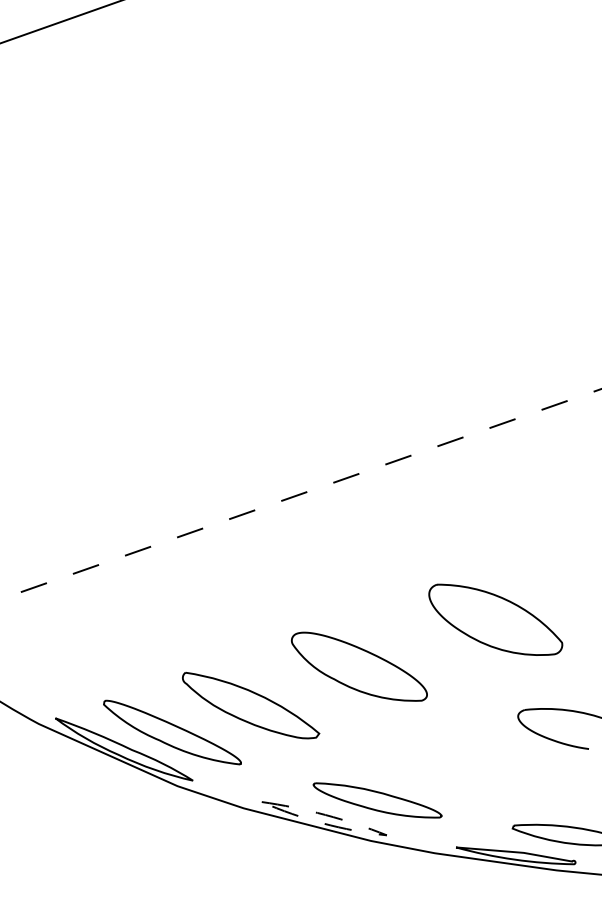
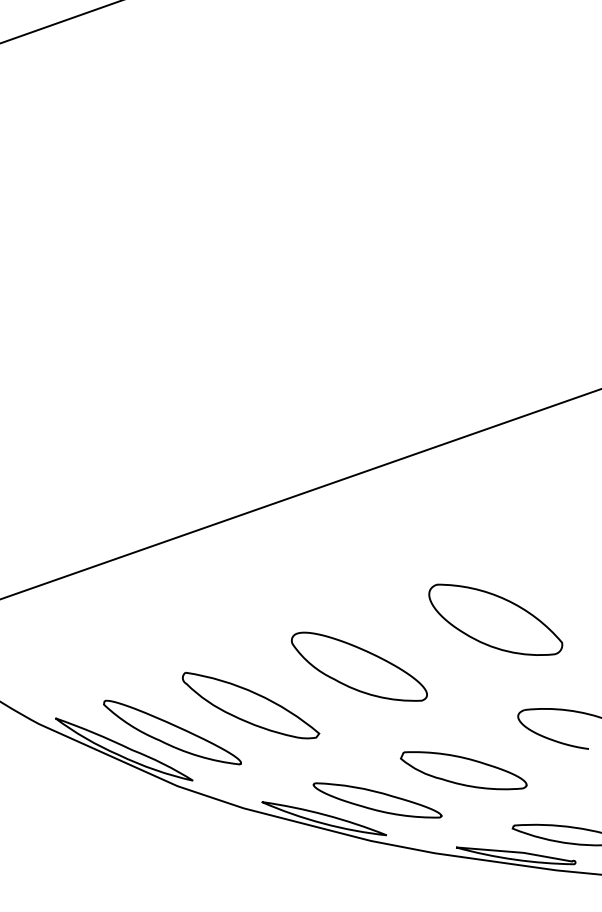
line at (300, 494): dashed -> solid
part at (463, 770): none -> present
line at (386, 835): dashed -> solid
